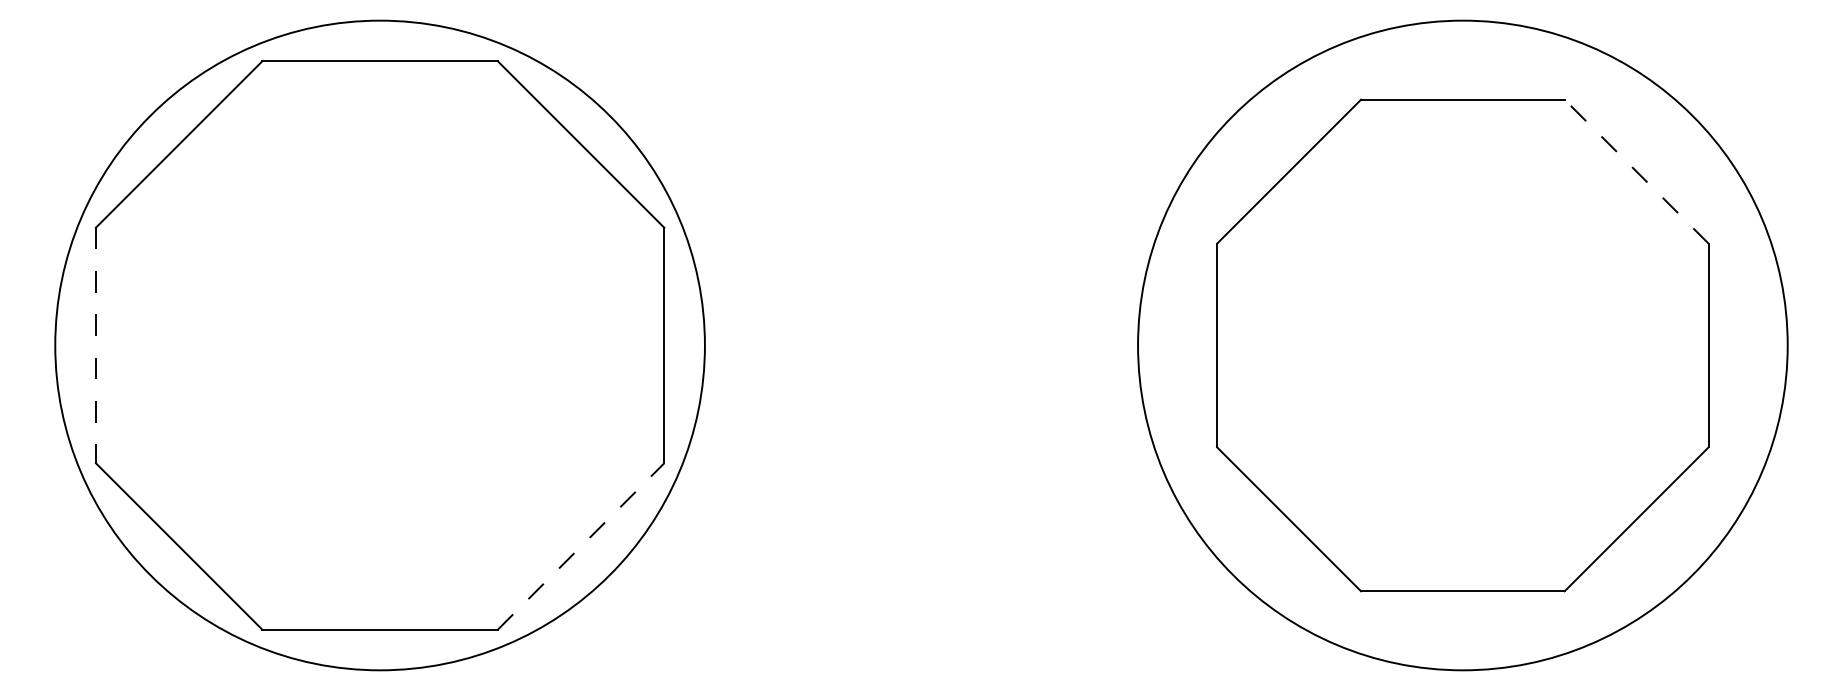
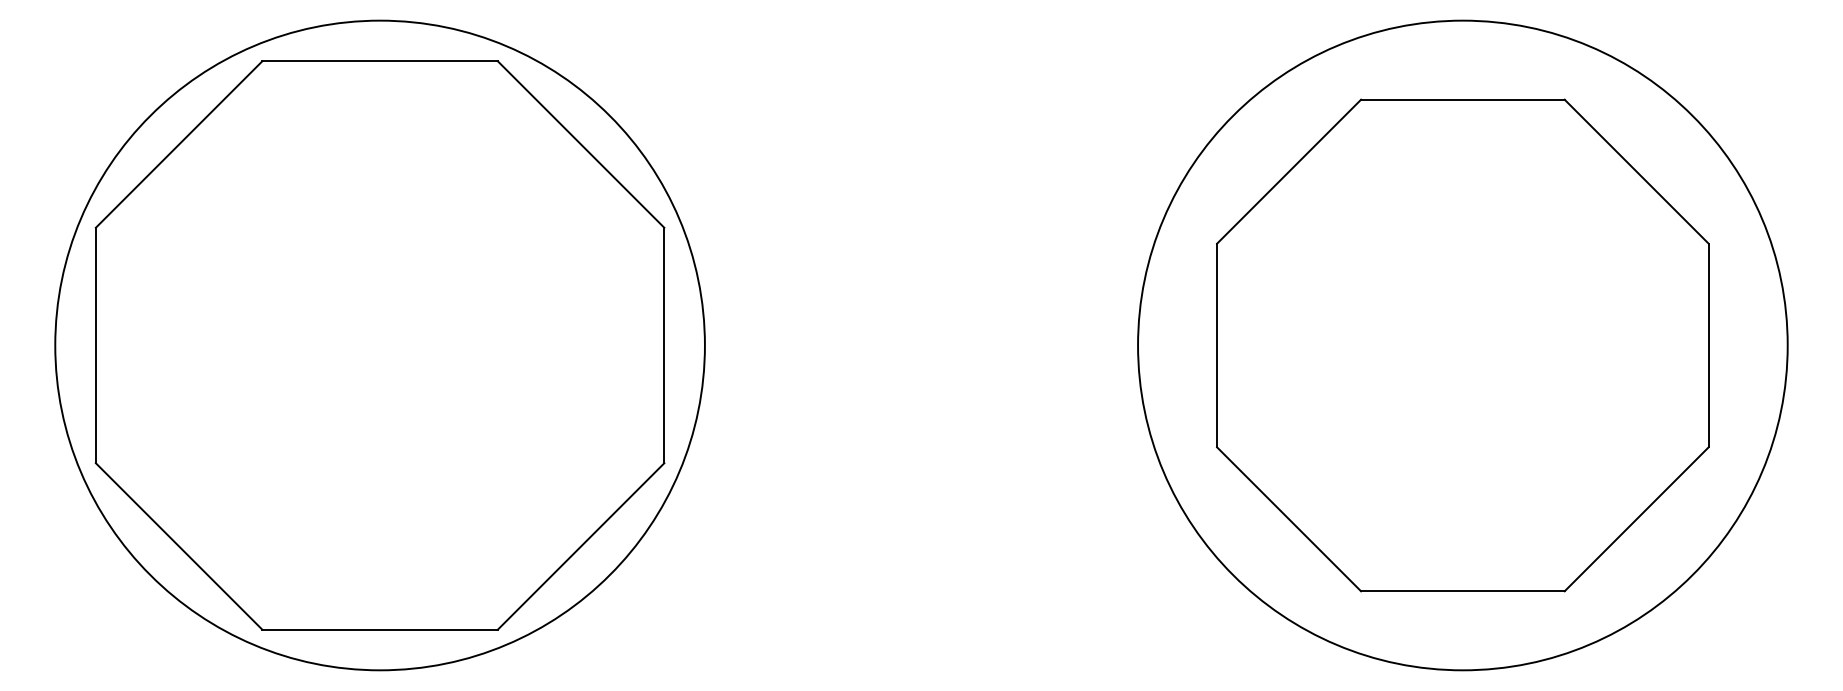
line at (1636, 171): dashed -> solid
line at (95, 345): dashed -> solid
line at (581, 546): dashed -> solid
